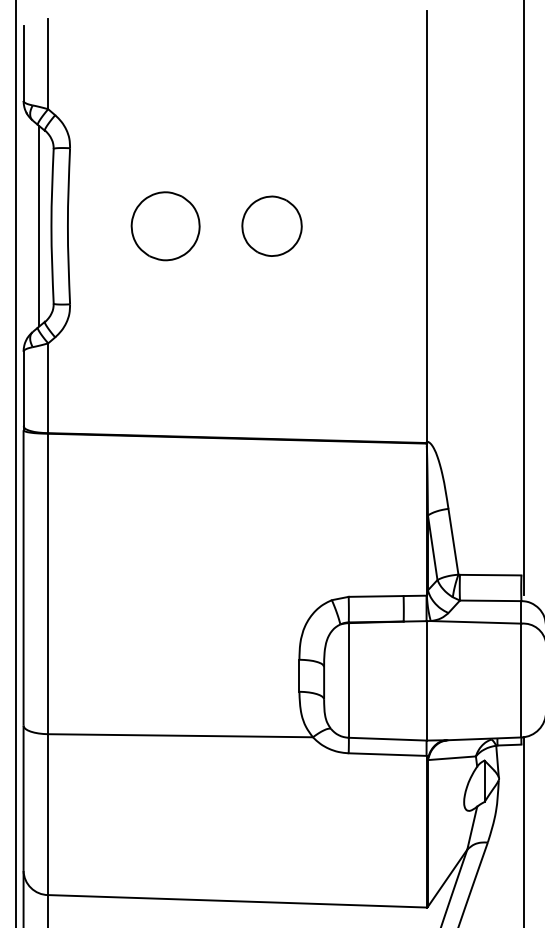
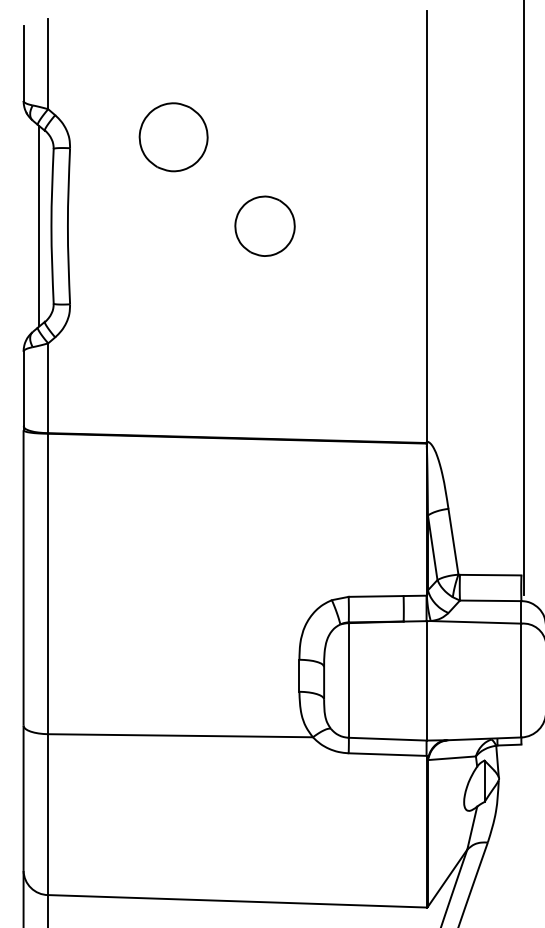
part at (271, 225) position: (271, 225) -> (264, 225)
part at (165, 226) position: (165, 226) -> (173, 137)
line at (16, 463): present -> none
line at (524, 830): present -> none
